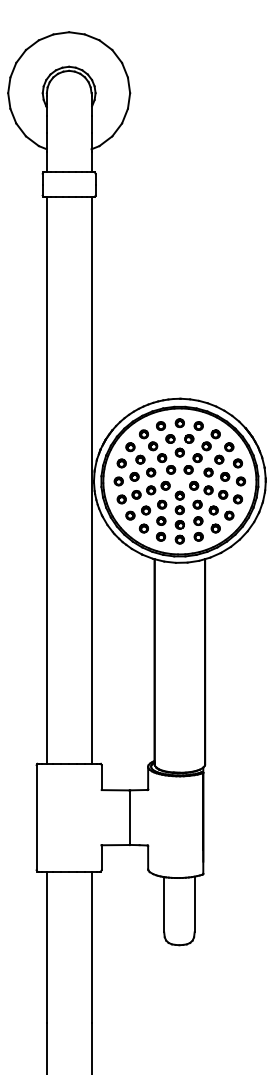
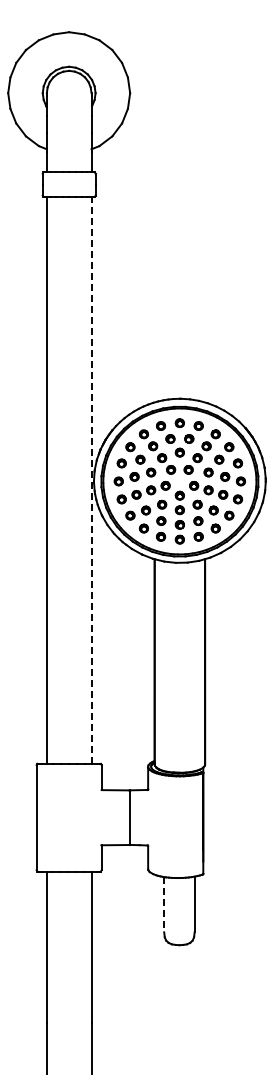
line at (91, 479): solid -> dashed
line at (164, 904): solid -> dashed
